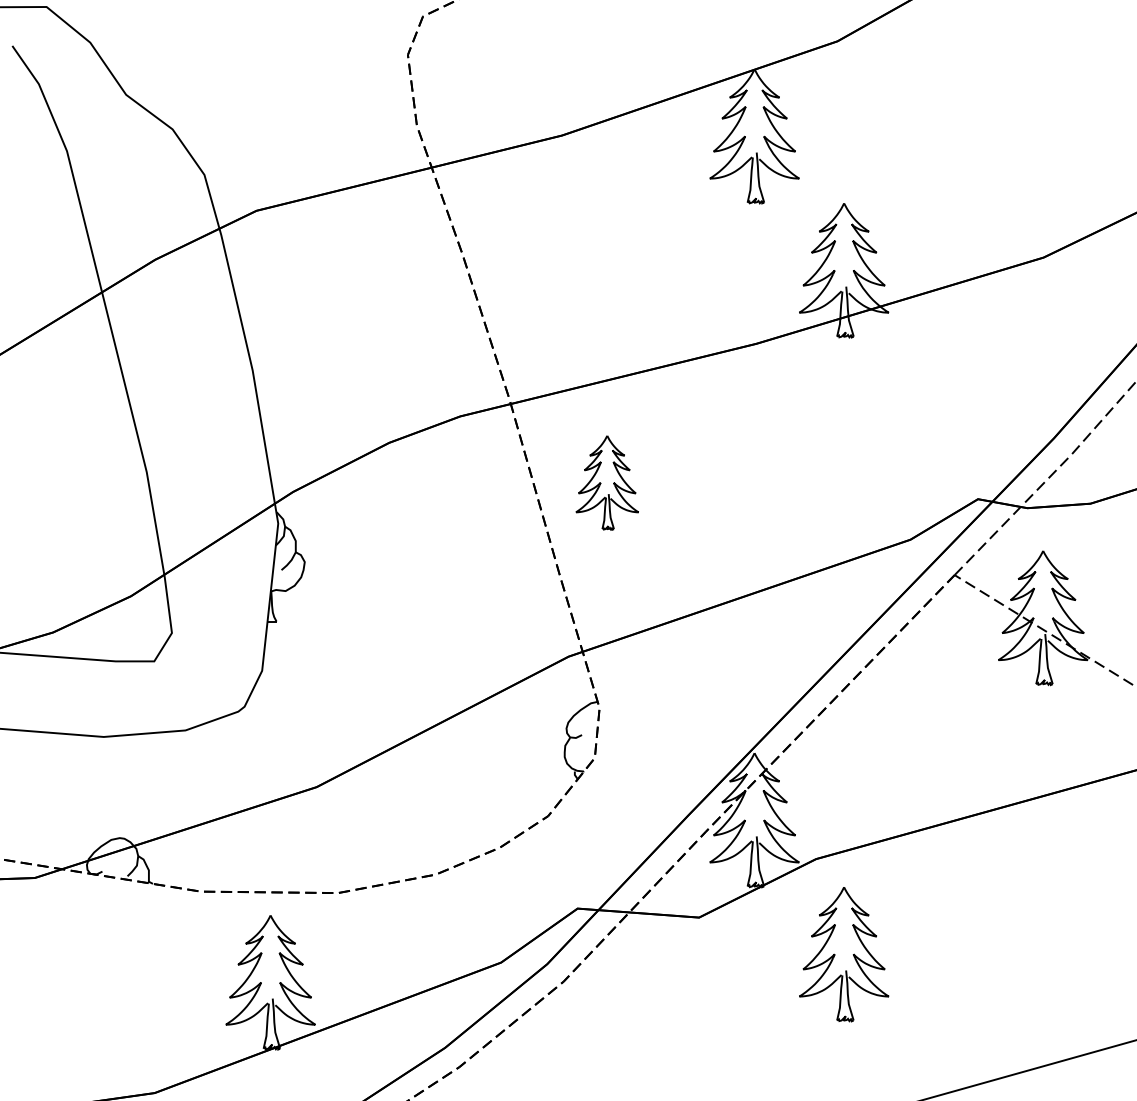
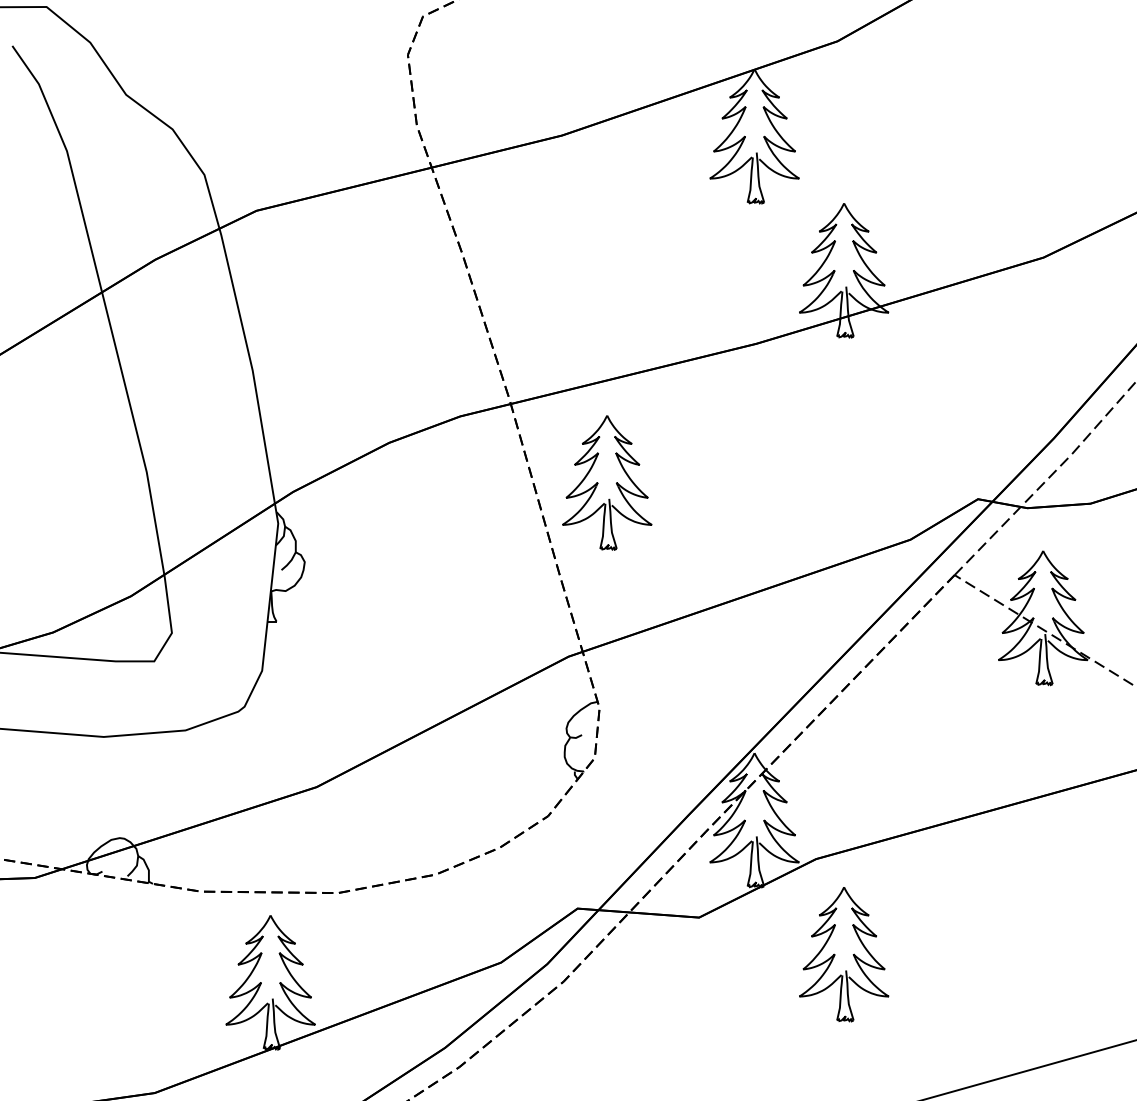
part at (606, 482) size: 64x96 px -> 91x136 px
